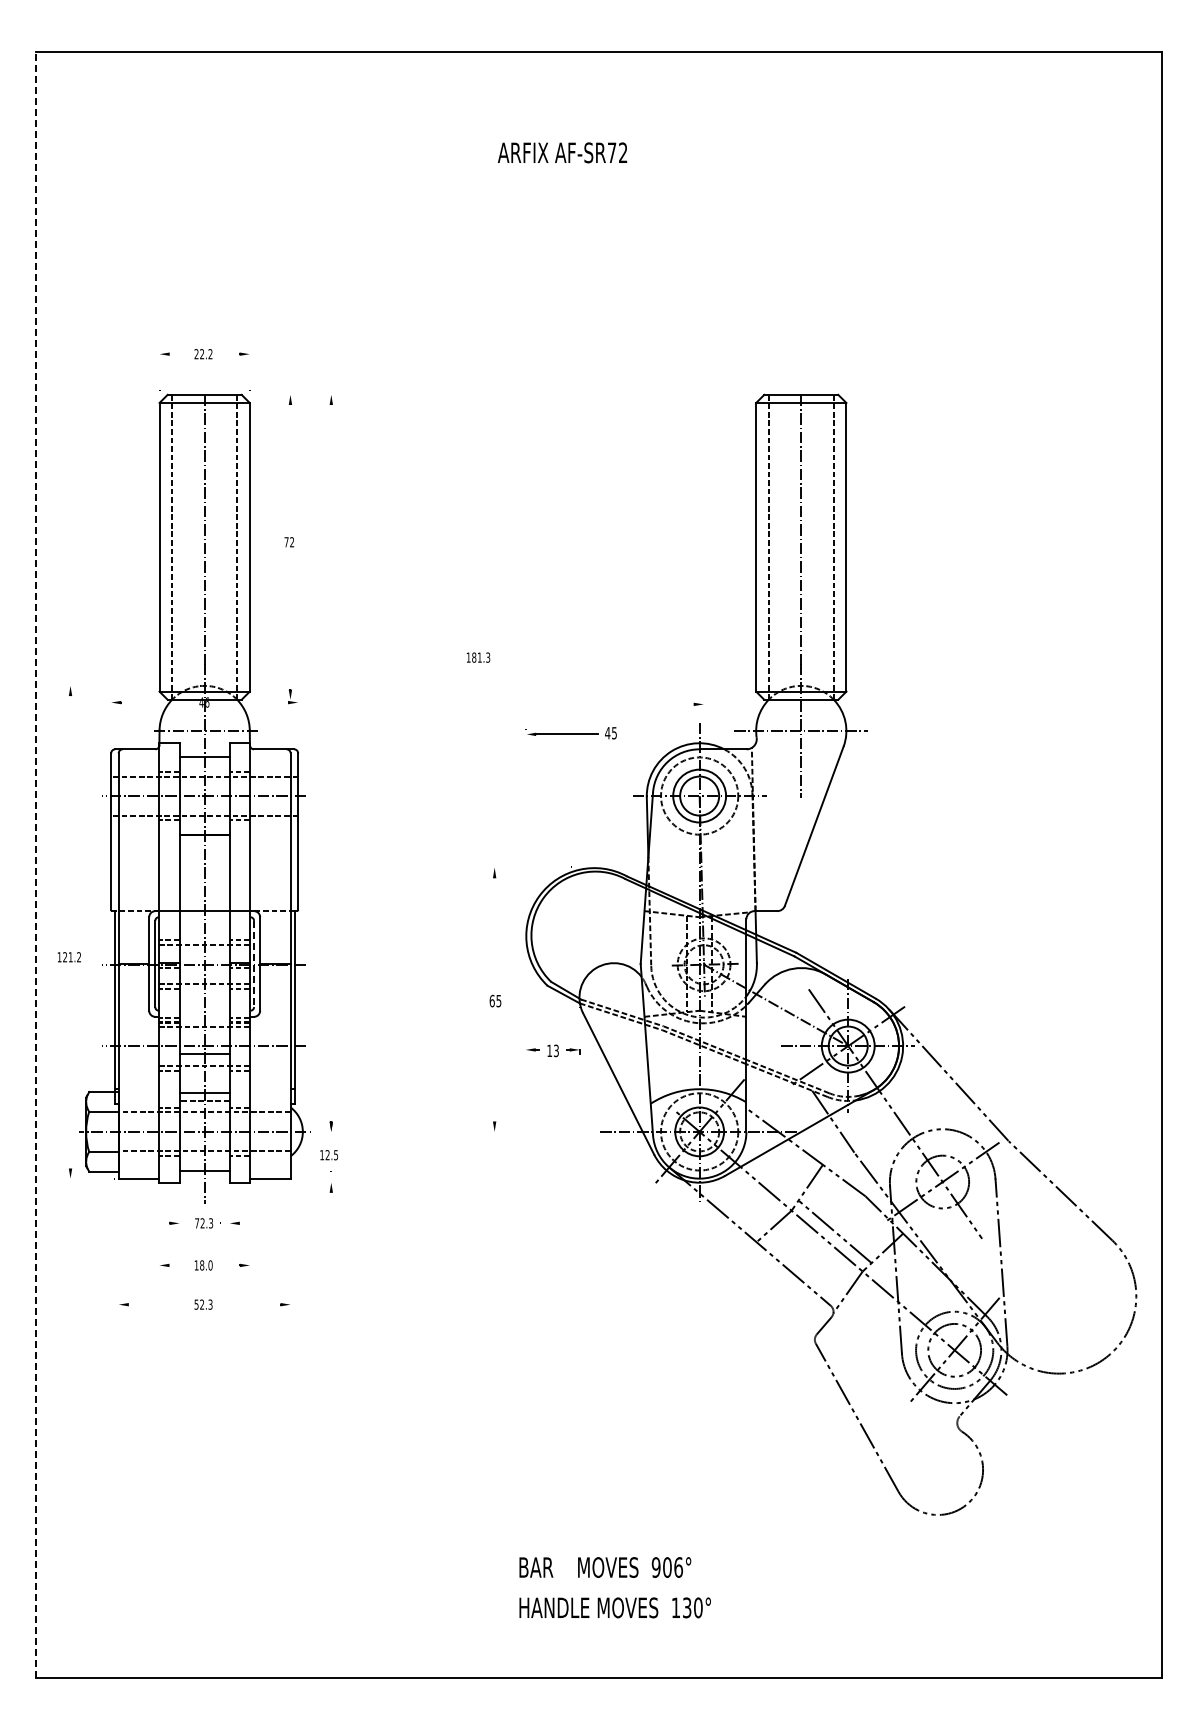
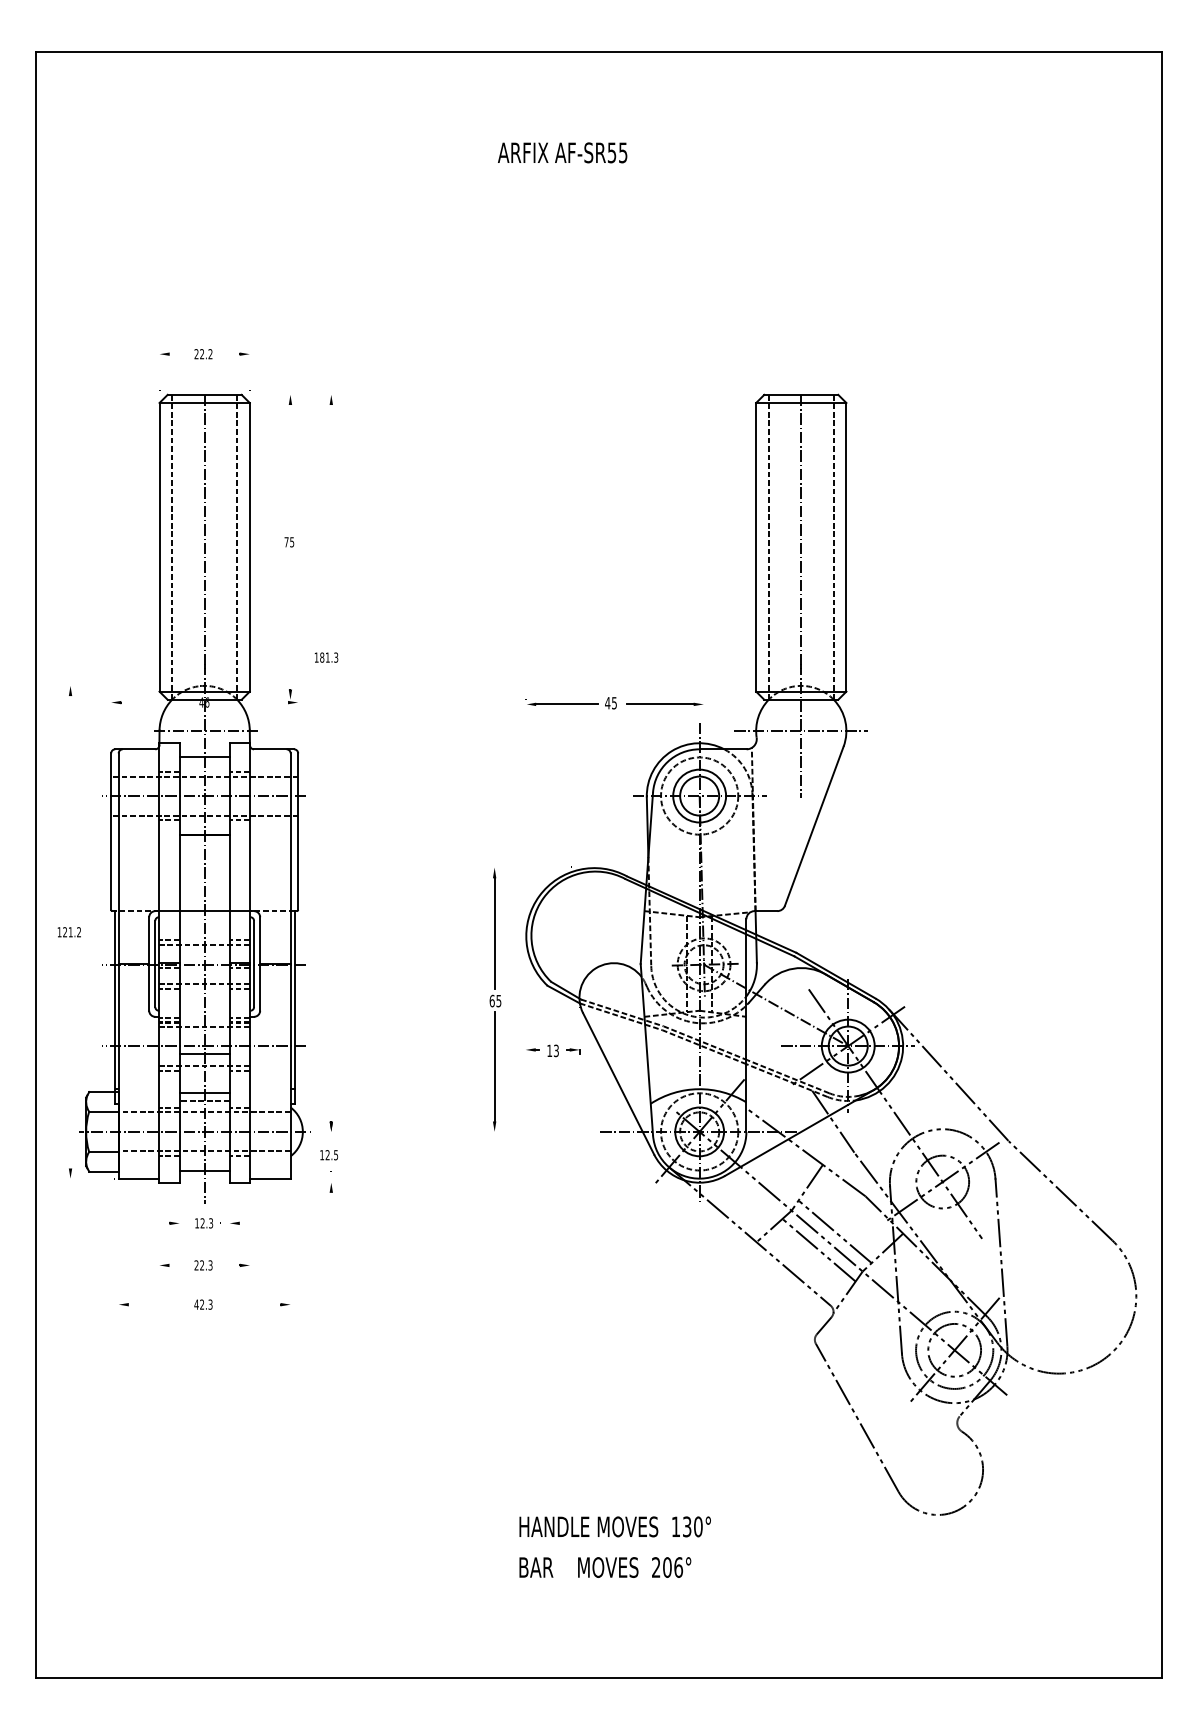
text at (617, 152): AF-SR72 -> AF-SR55
text at (292, 542): 72 -> 75
text at (478, 657) position: (478, 657) -> (326, 657)
line at (659, 704): none -> present
part at (570, 733) position: (570, 733) -> (570, 703)
line at (35, 864): dashed -> solid
line at (494, 933): none -> present
text at (68, 957) position: (68, 957) -> (68, 932)
line at (254, 964): dashed -> solid
line at (494, 1066): none -> present
text at (197, 1223): 72.3 -> 12.3
line at (818, 1249): none -> present
text at (203, 1265): 18.0 -> 22.3
text at (196, 1304): 52.3 -> 42.3
text at (655, 1567): 906° -> 206°
text at (614, 1607) position: (614, 1607) -> (614, 1526)
